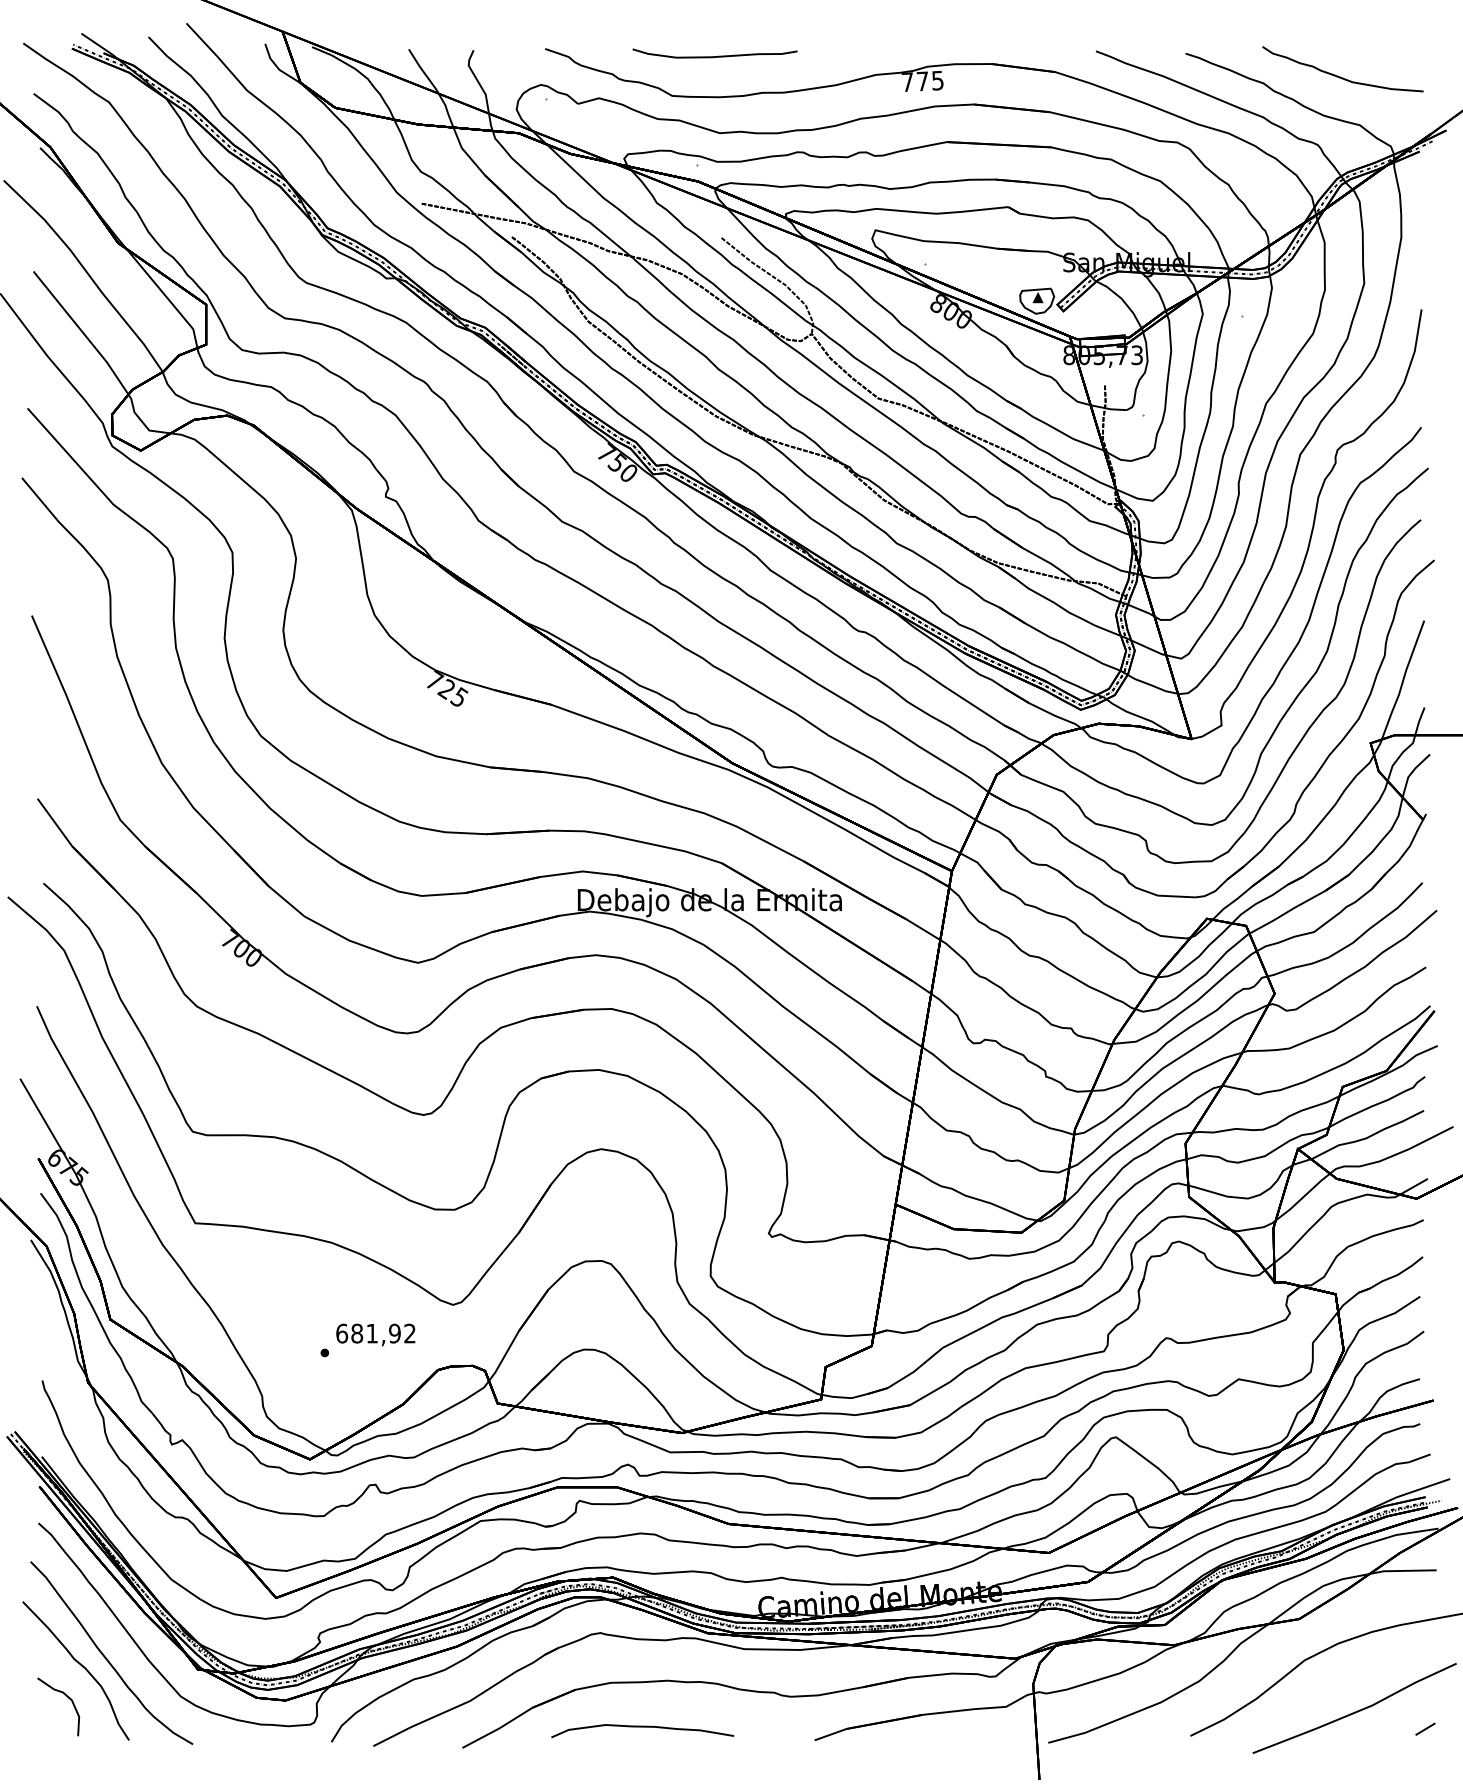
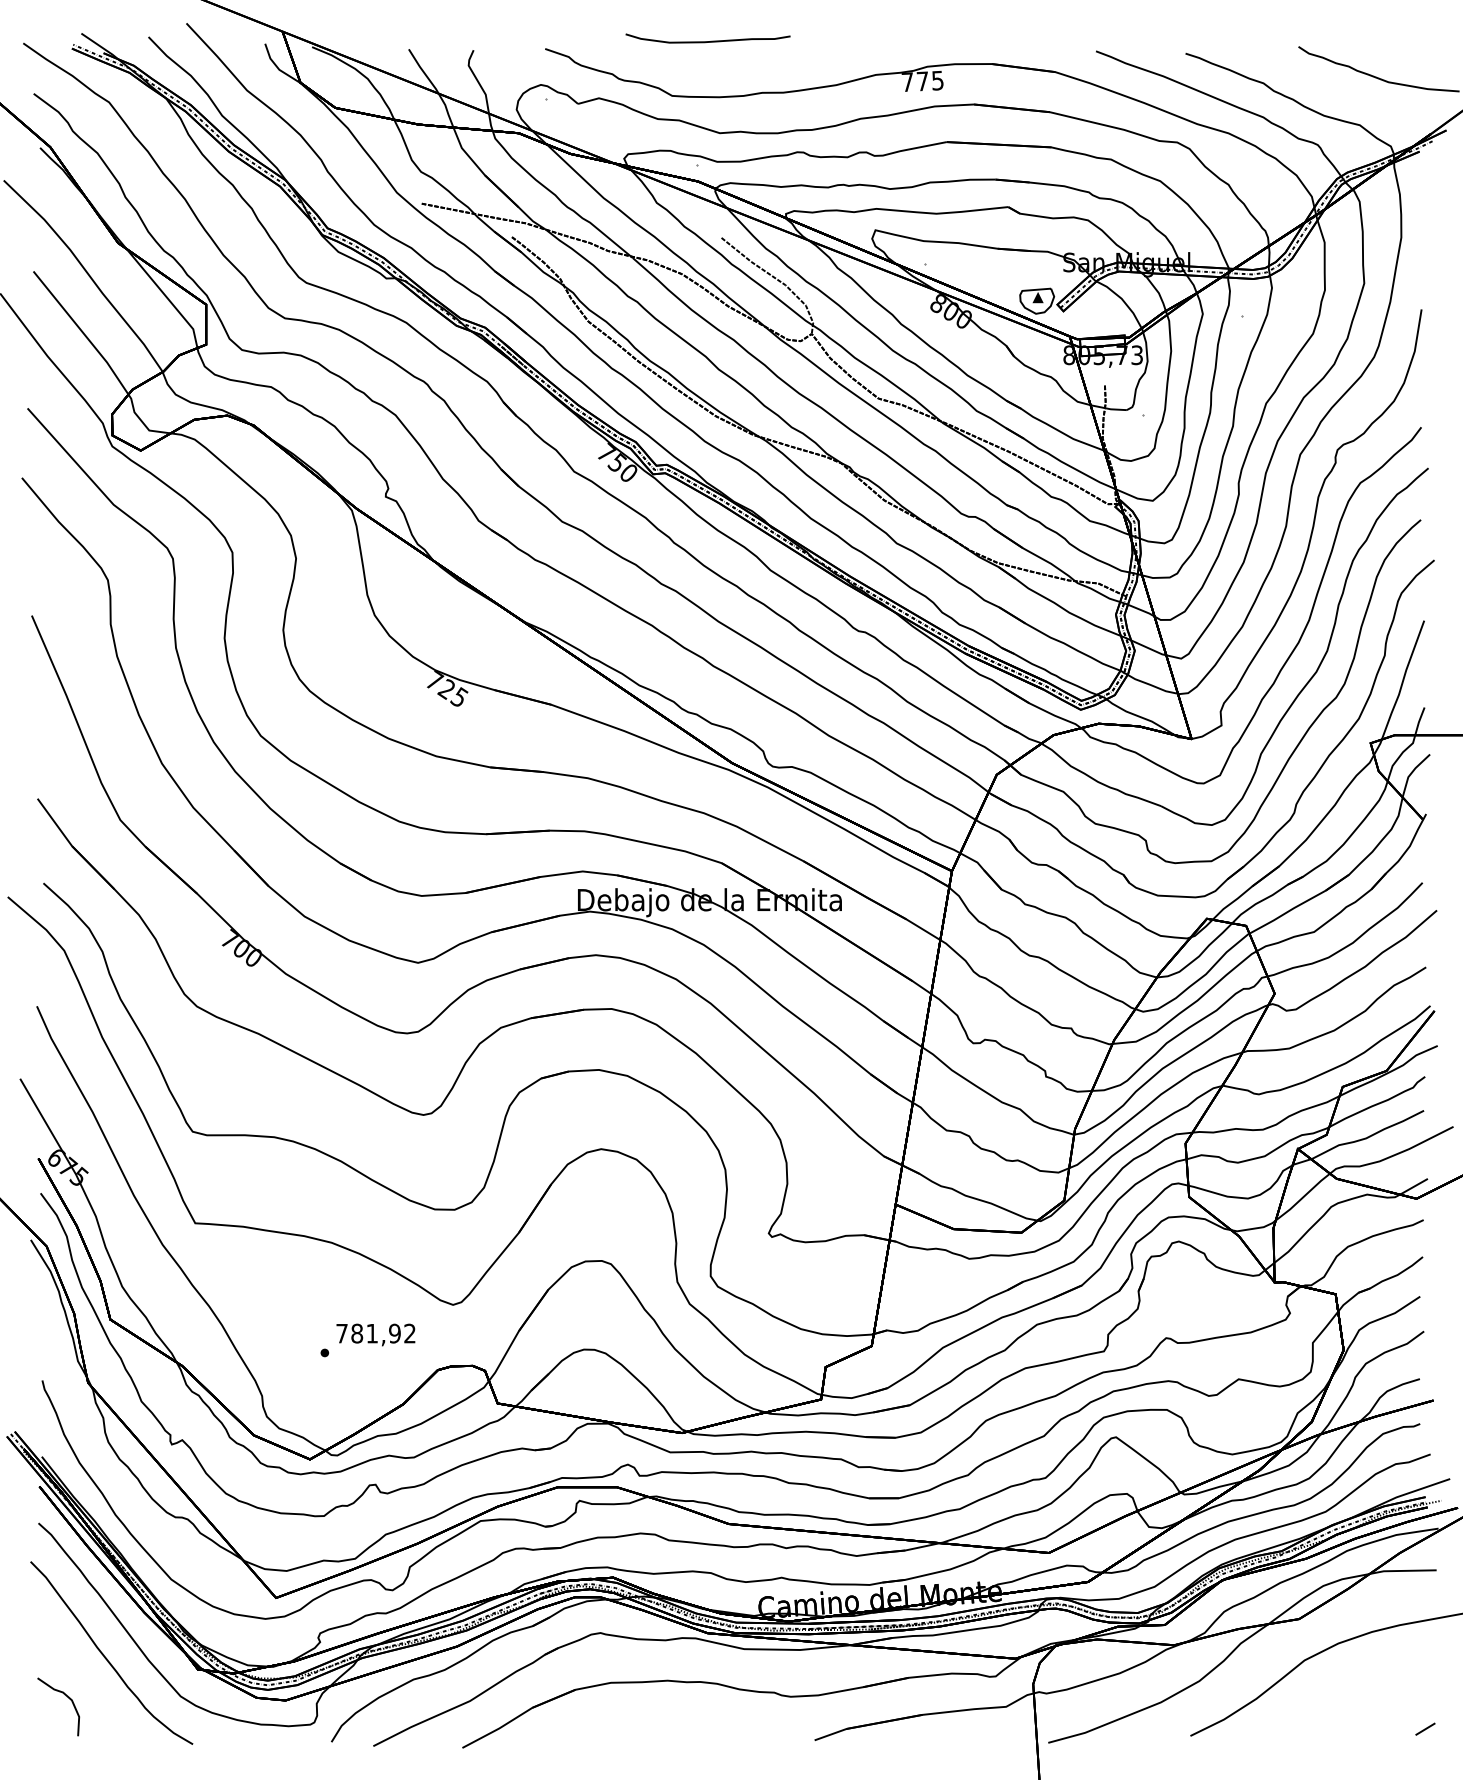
curve at (714, 56) position: (714, 56) -> (707, 41)
curve at (1340, 76) position: (1340, 76) -> (1376, 76)
text at (342, 1333): 681,92 -> 781,92
curve at (80, 1665): present -> none
line at (1354, 1711): present -> none
curve at (642, 1727): present -> none
